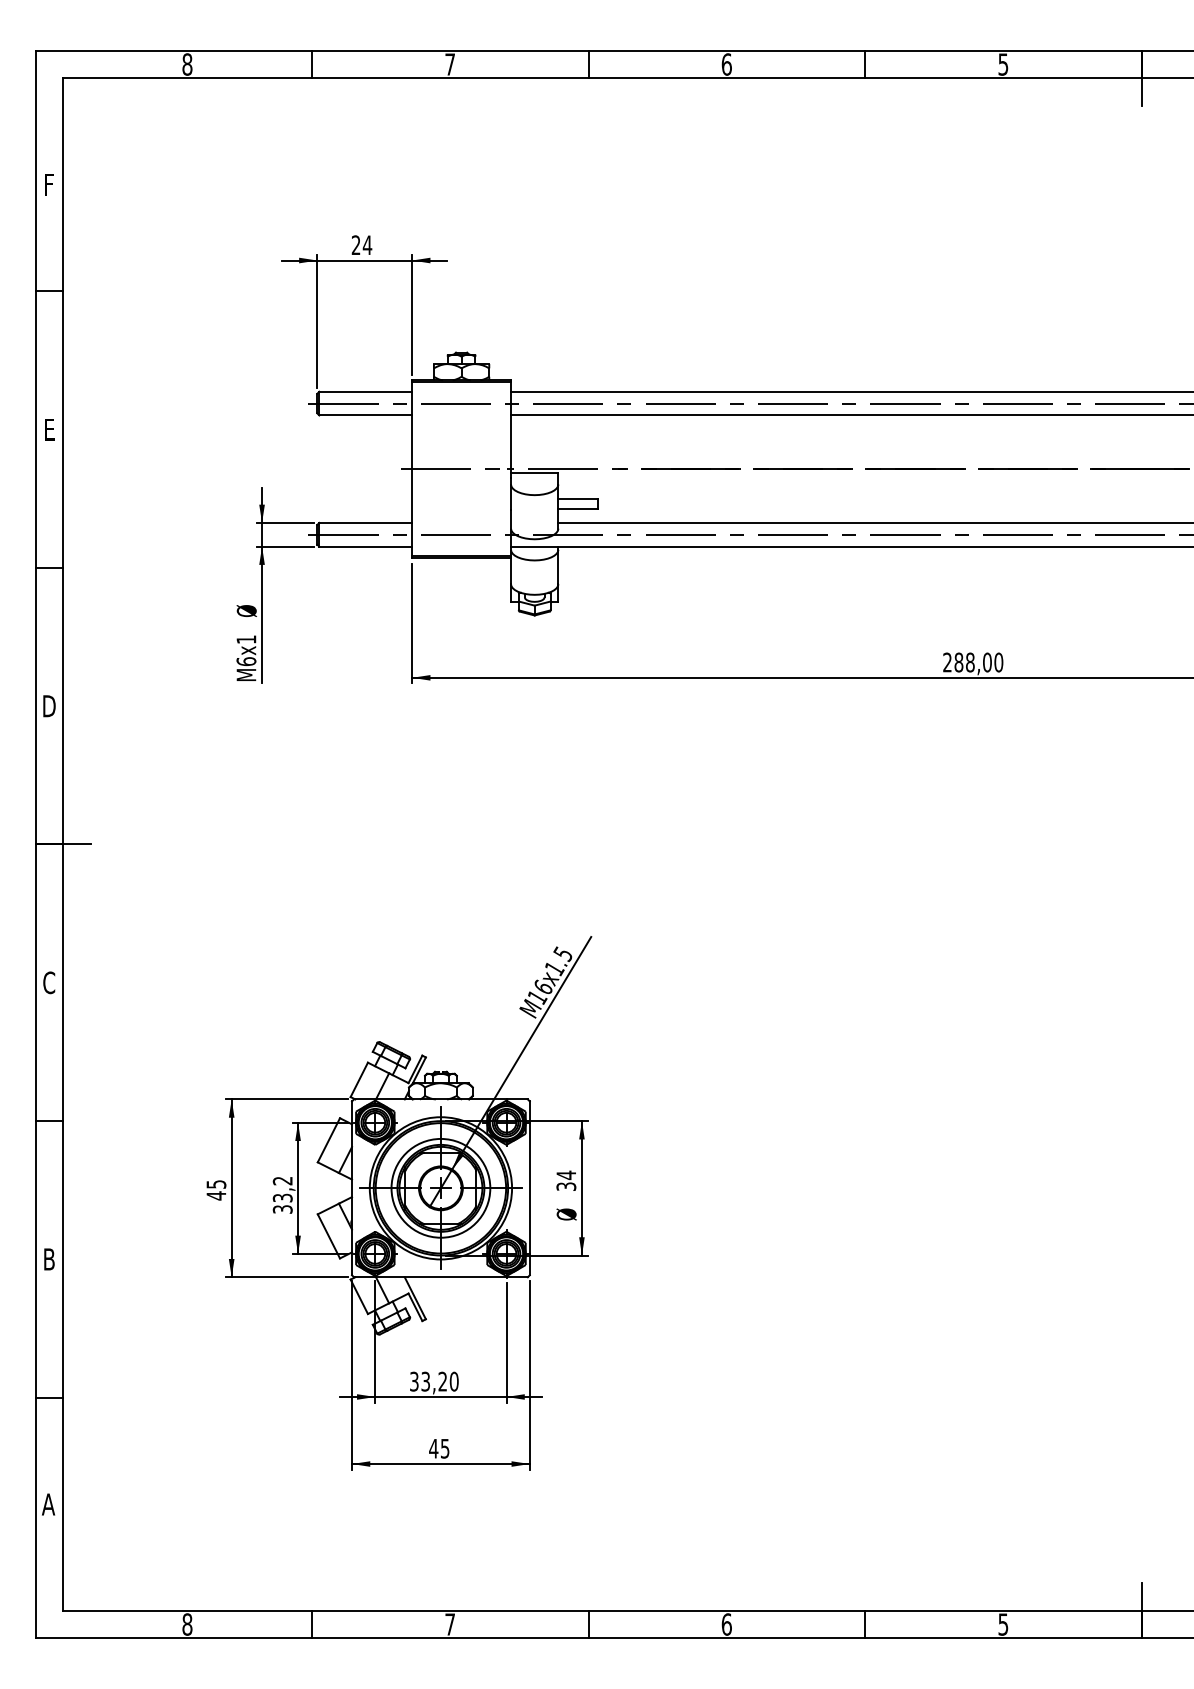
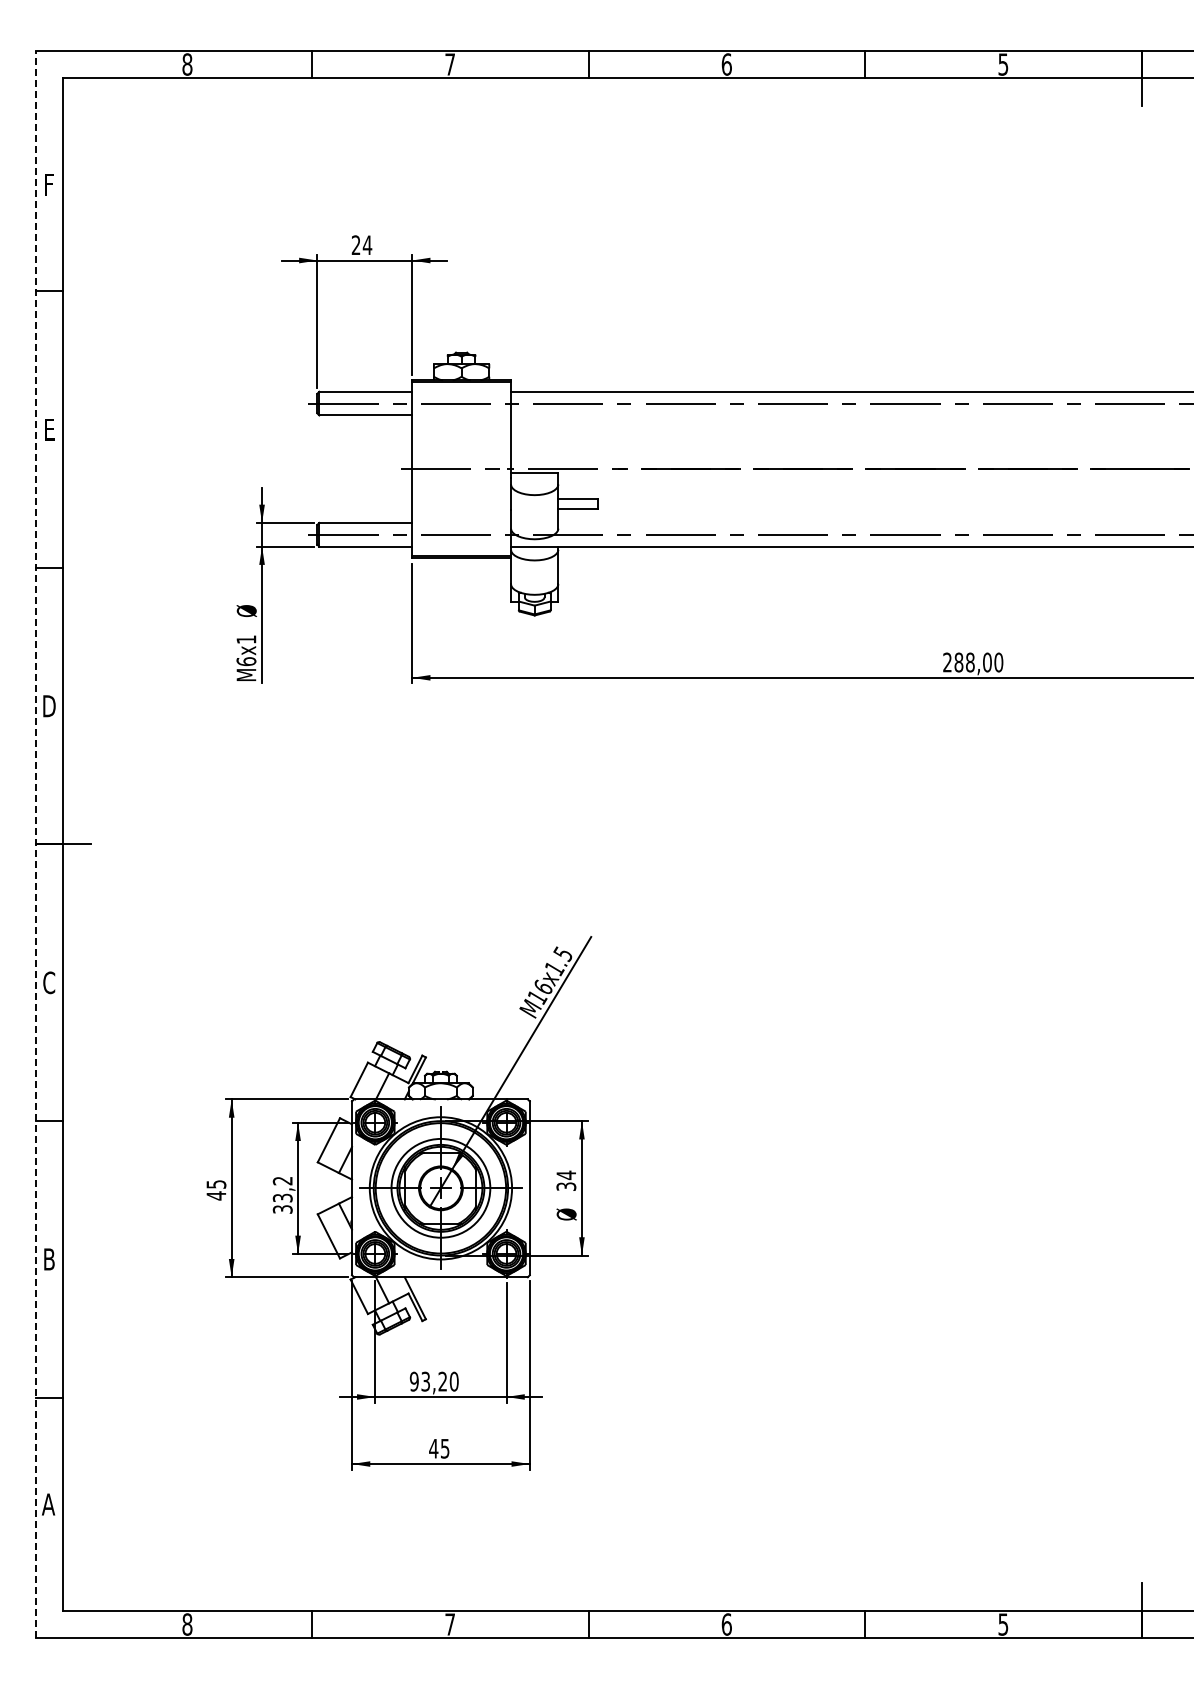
line at (850, 415): present -> none
line at (874, 522): present -> none
line at (35, 844): solid -> dashed
text at (413, 1381): 33,20 -> 93,20
